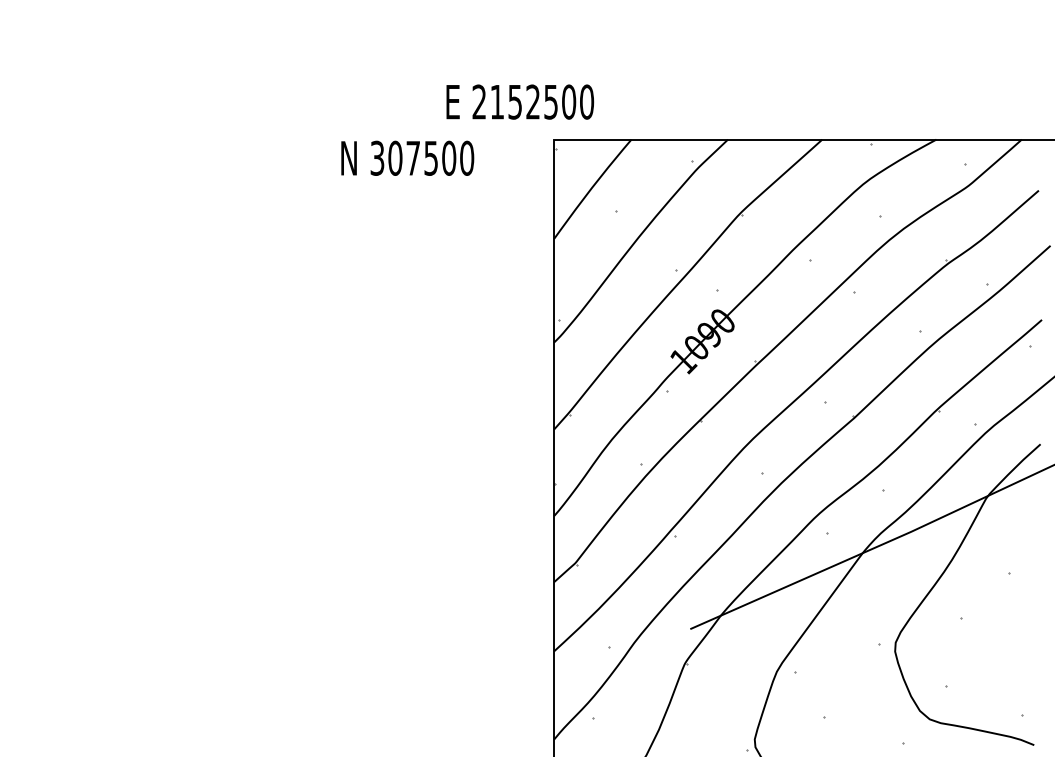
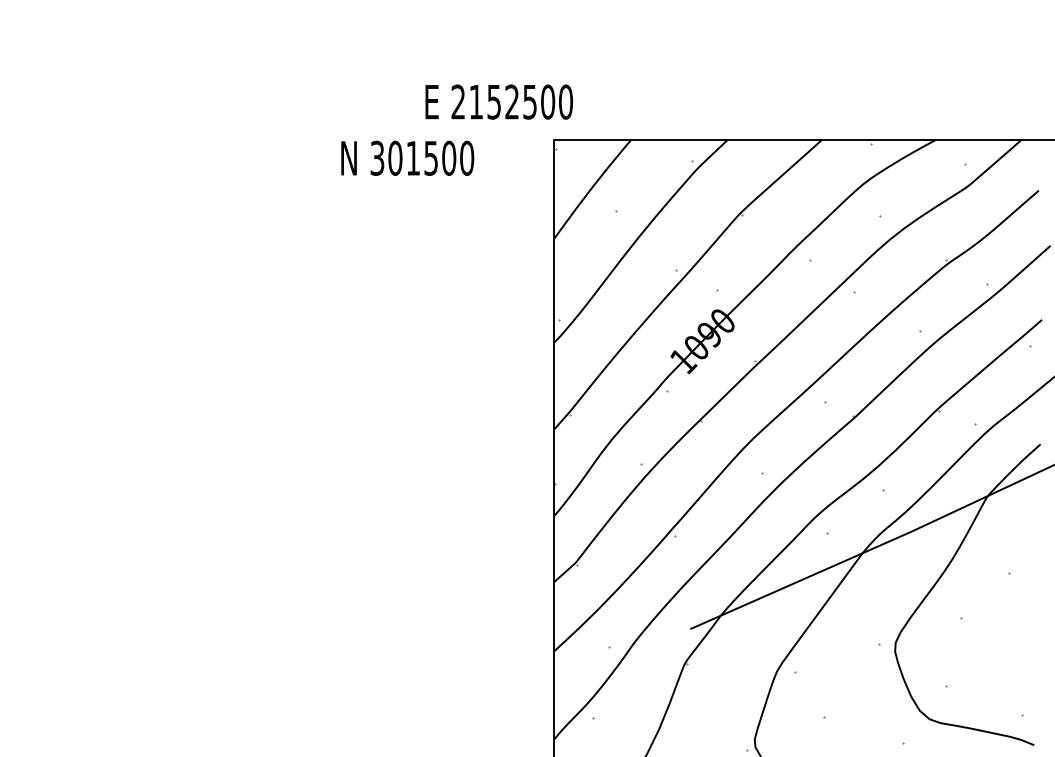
text at (520, 101) position: (520, 101) -> (499, 101)
text at (412, 158): 307500 -> 301500
